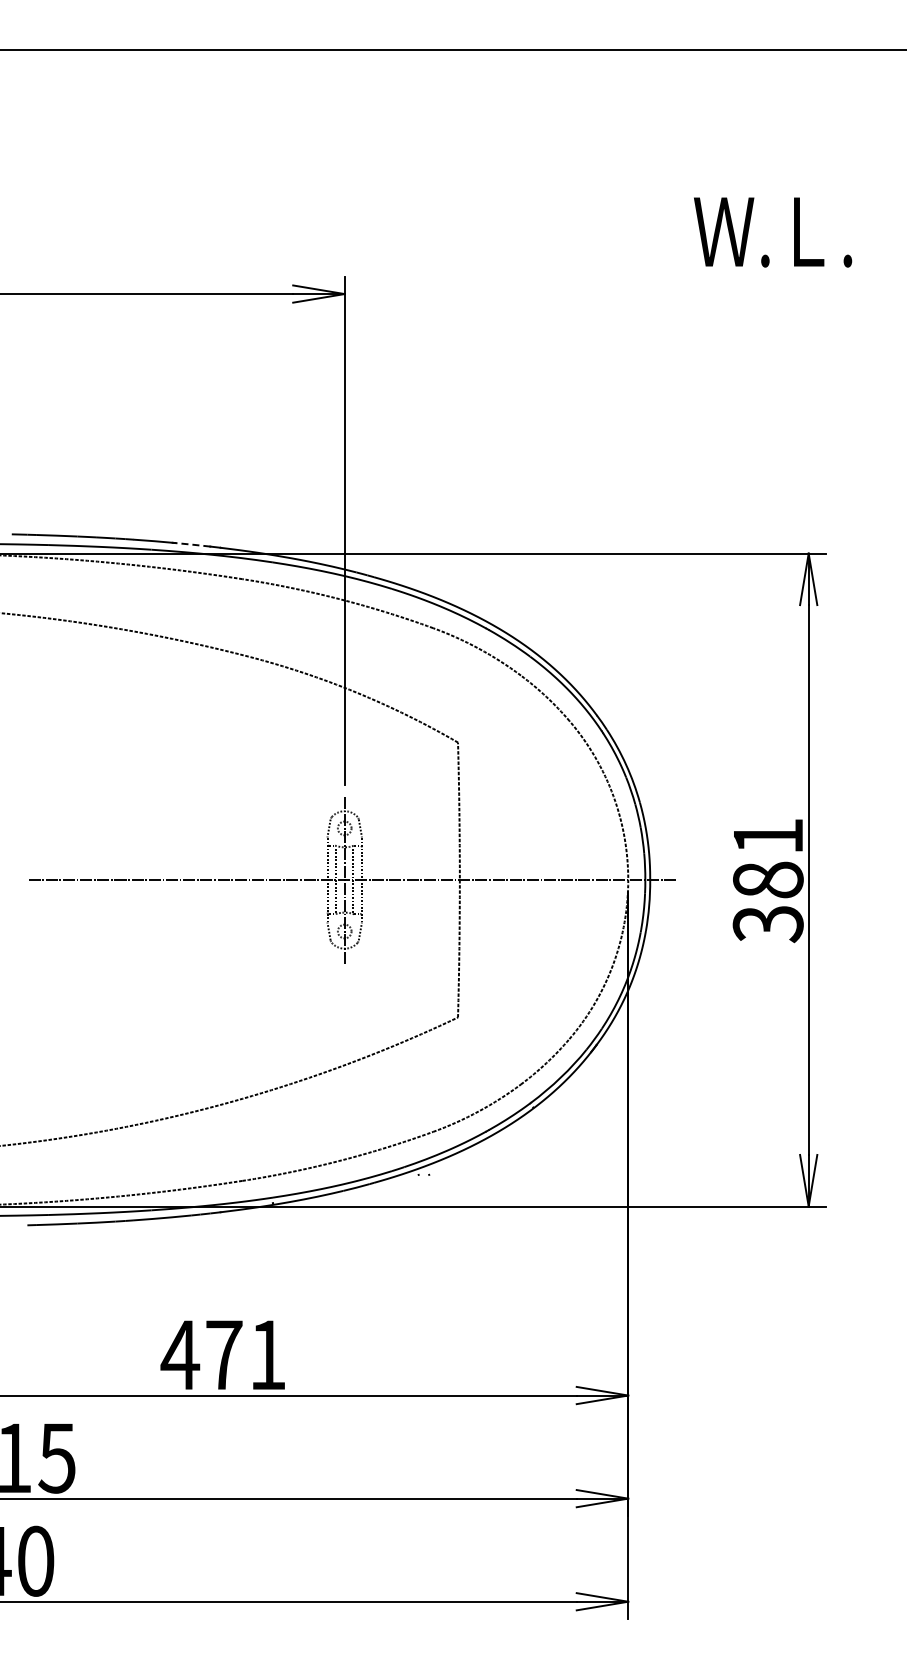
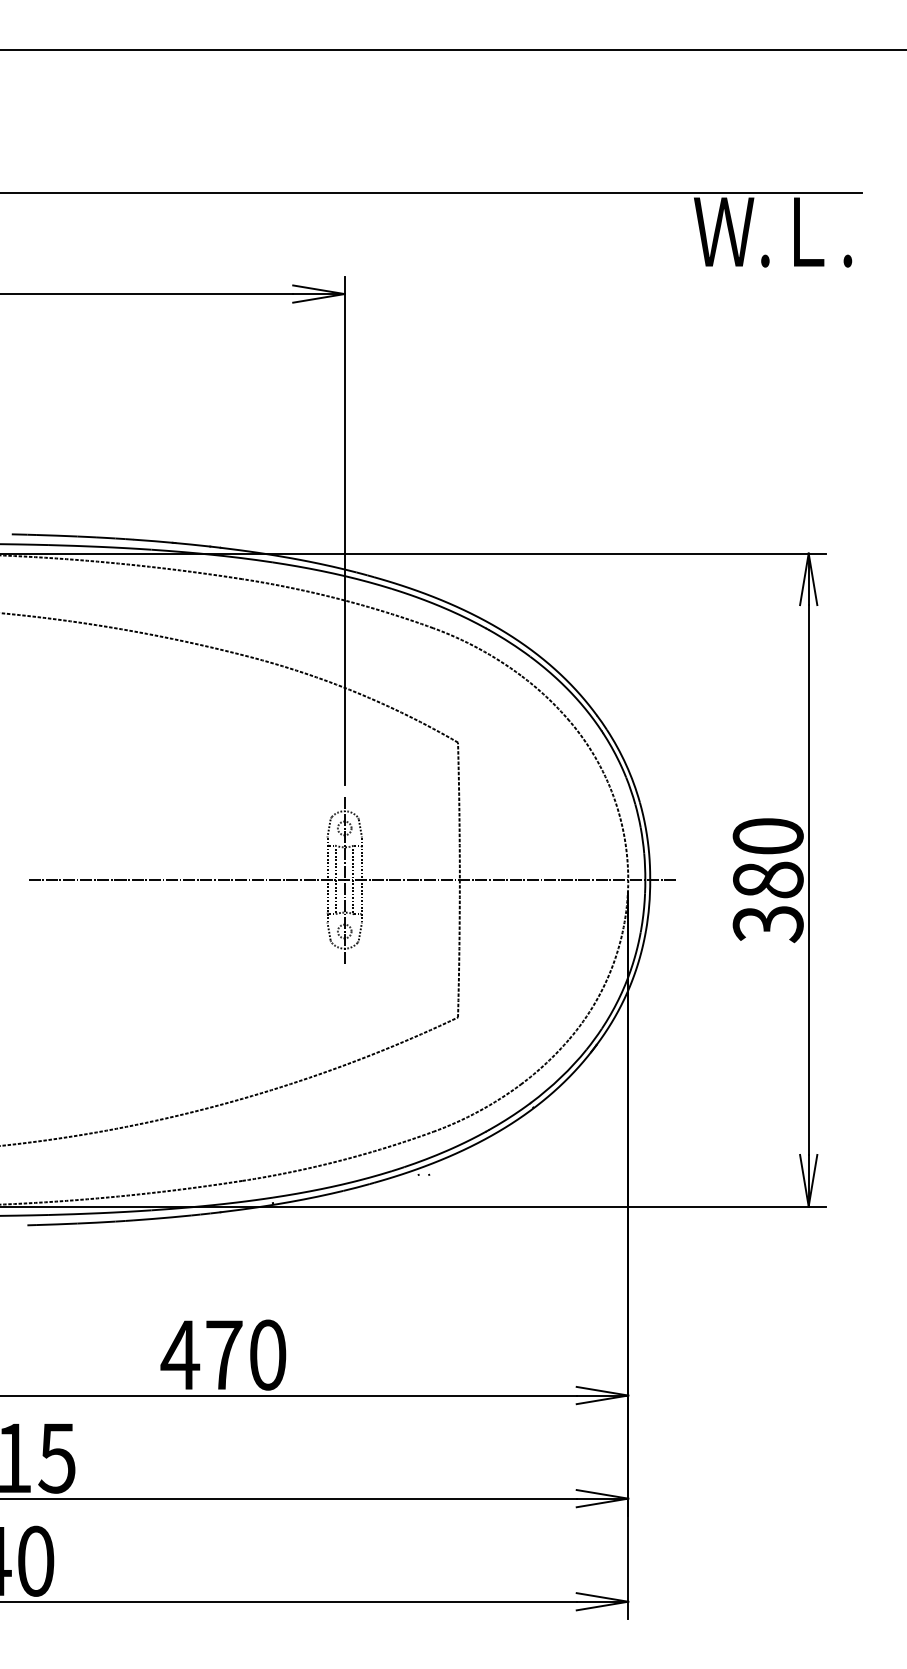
line at (431, 192): none -> present
line at (191, 544): dashed -> solid
text at (767, 836): 381 -> 380
text at (268, 1354): 471 -> 470
